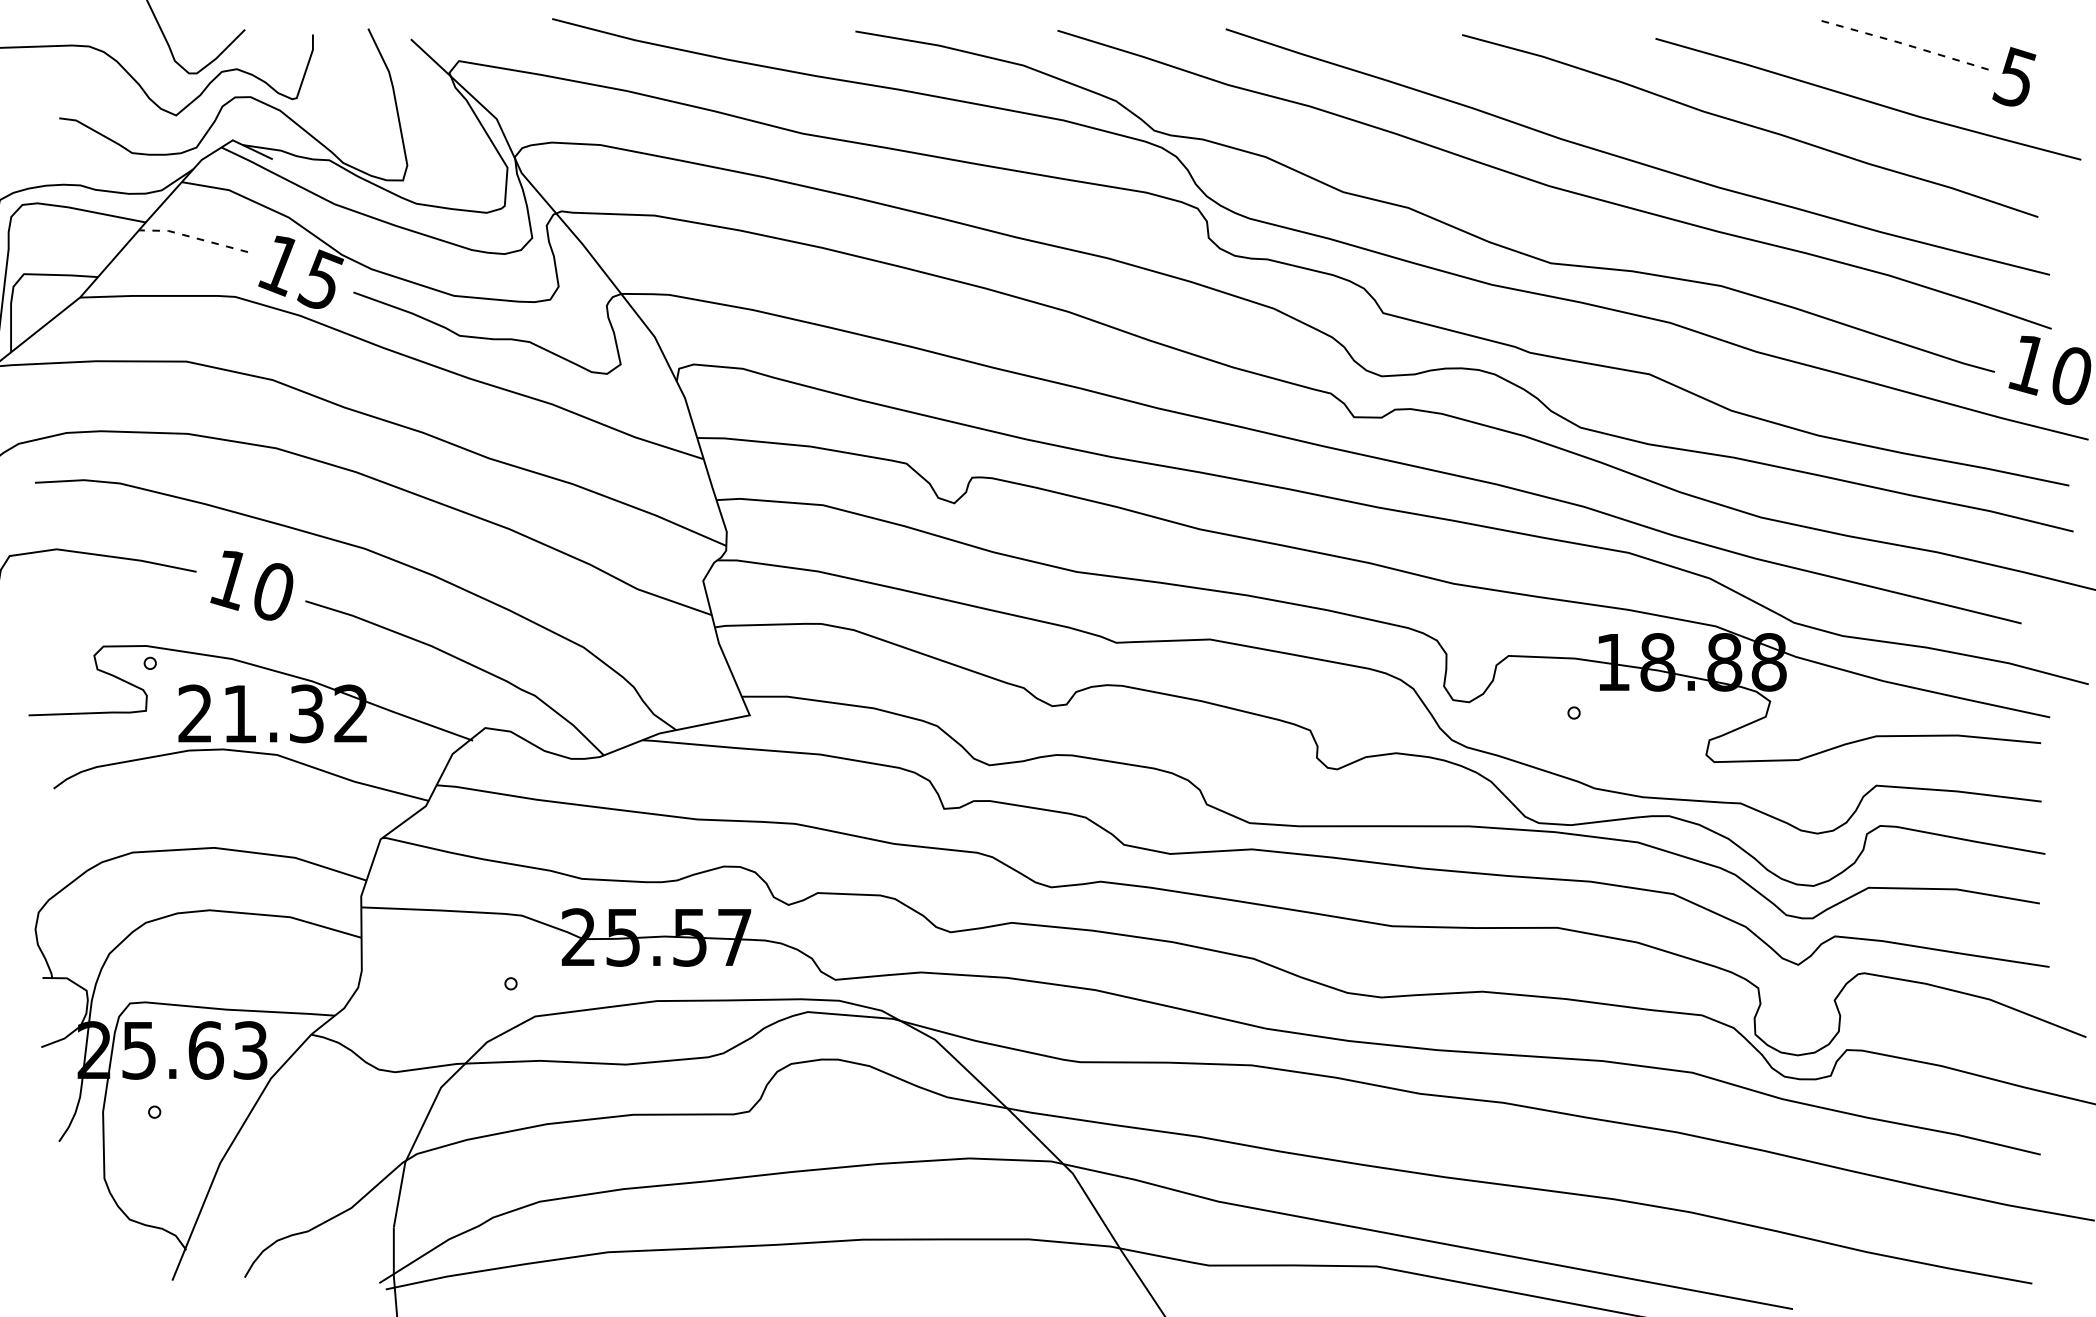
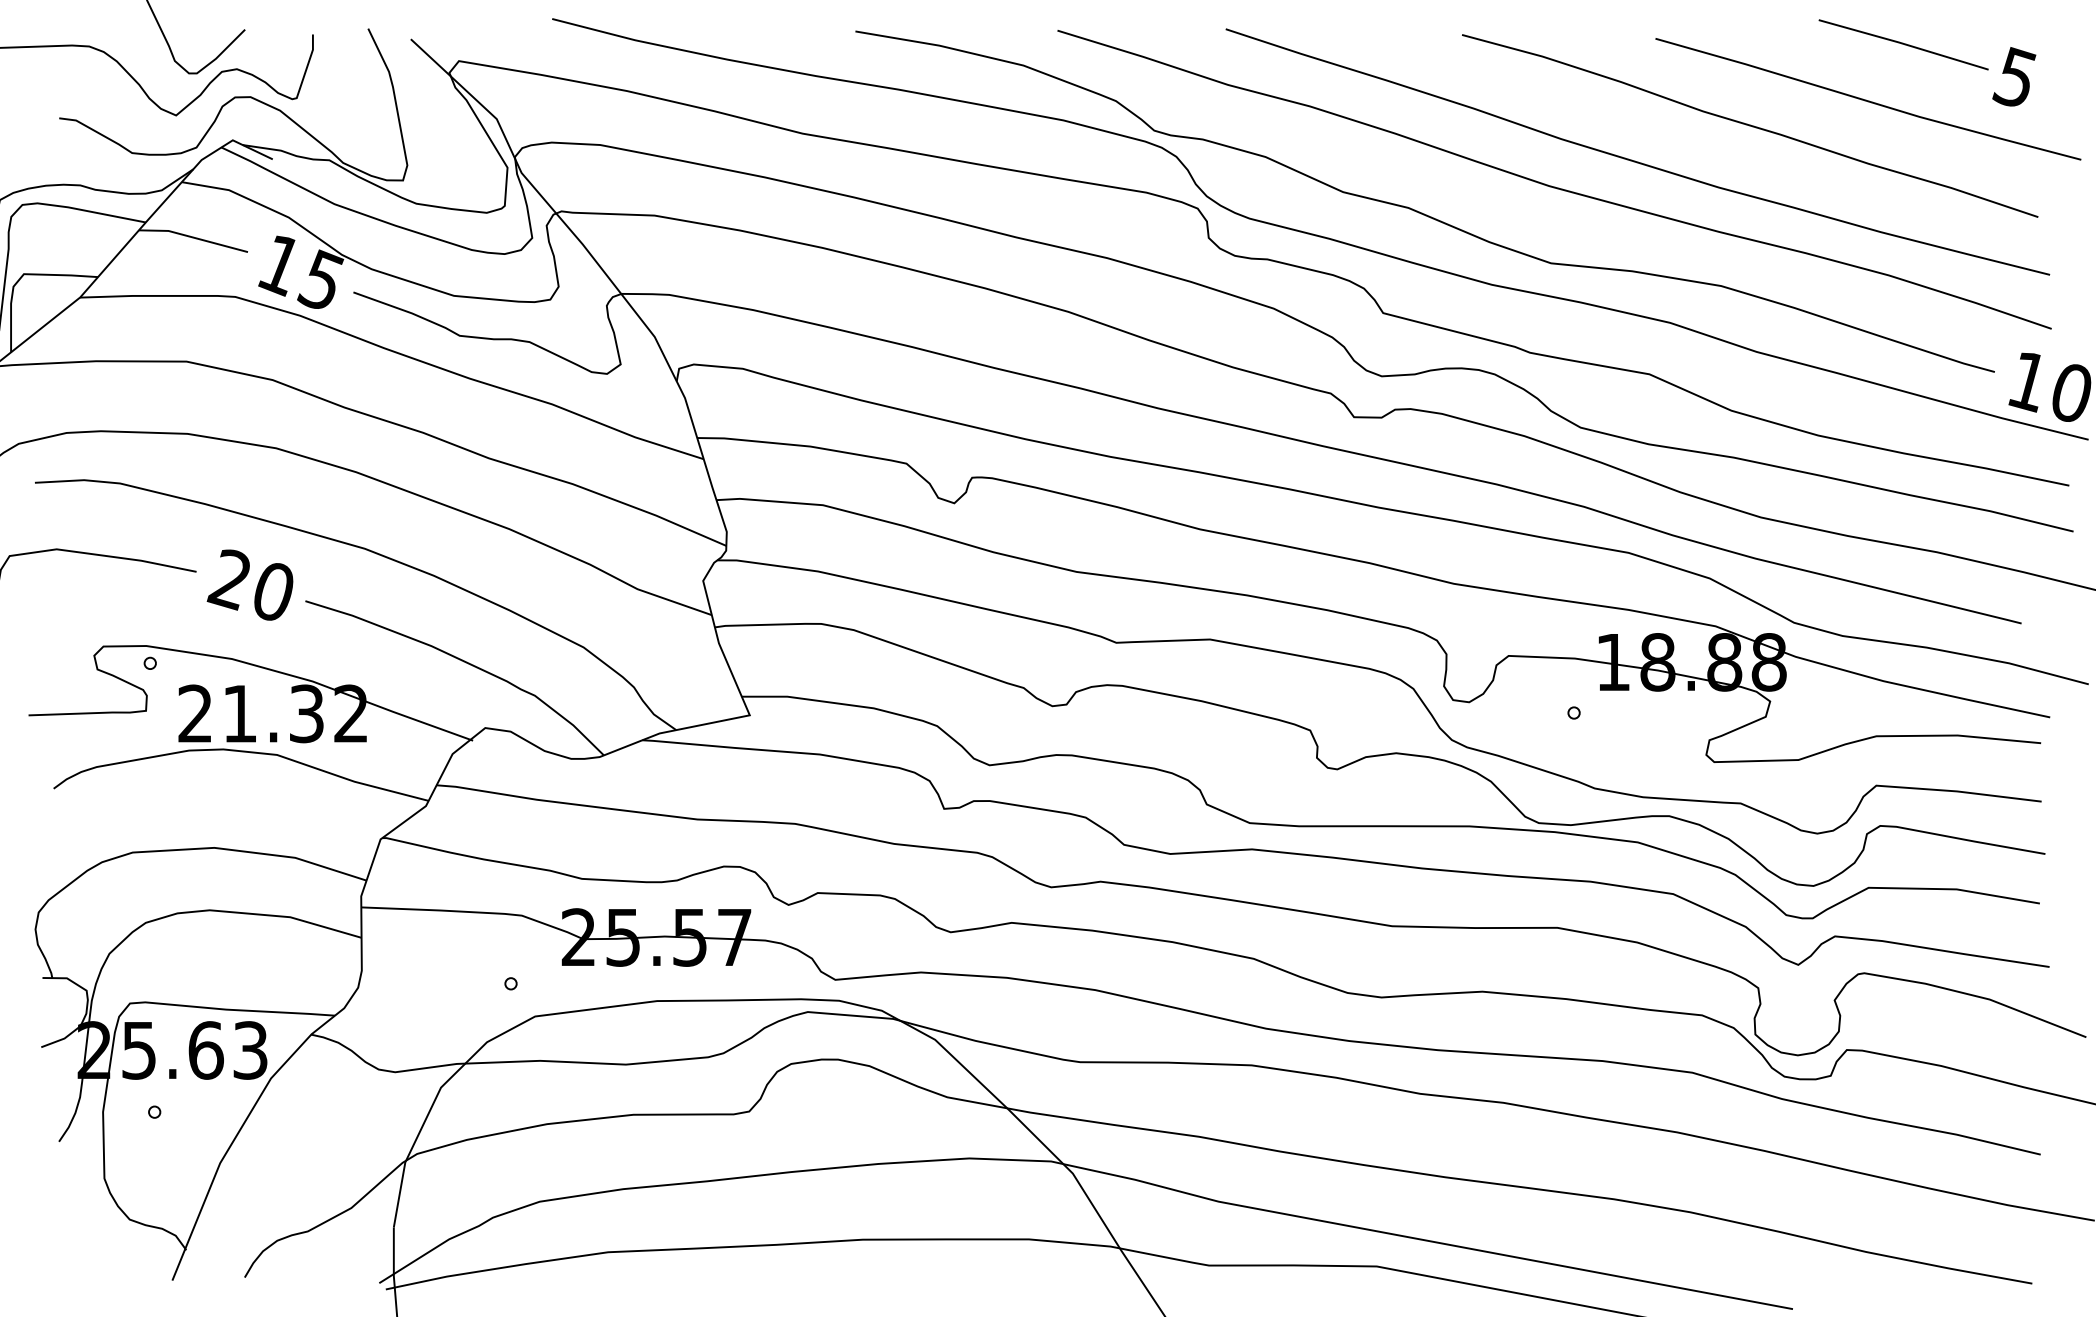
line at (1903, 43): dashed -> solid
line at (193, 237): dashed -> solid
text at (2049, 369) position: (2049, 369) -> (2049, 386)
text at (227, 579): 10 -> 20
